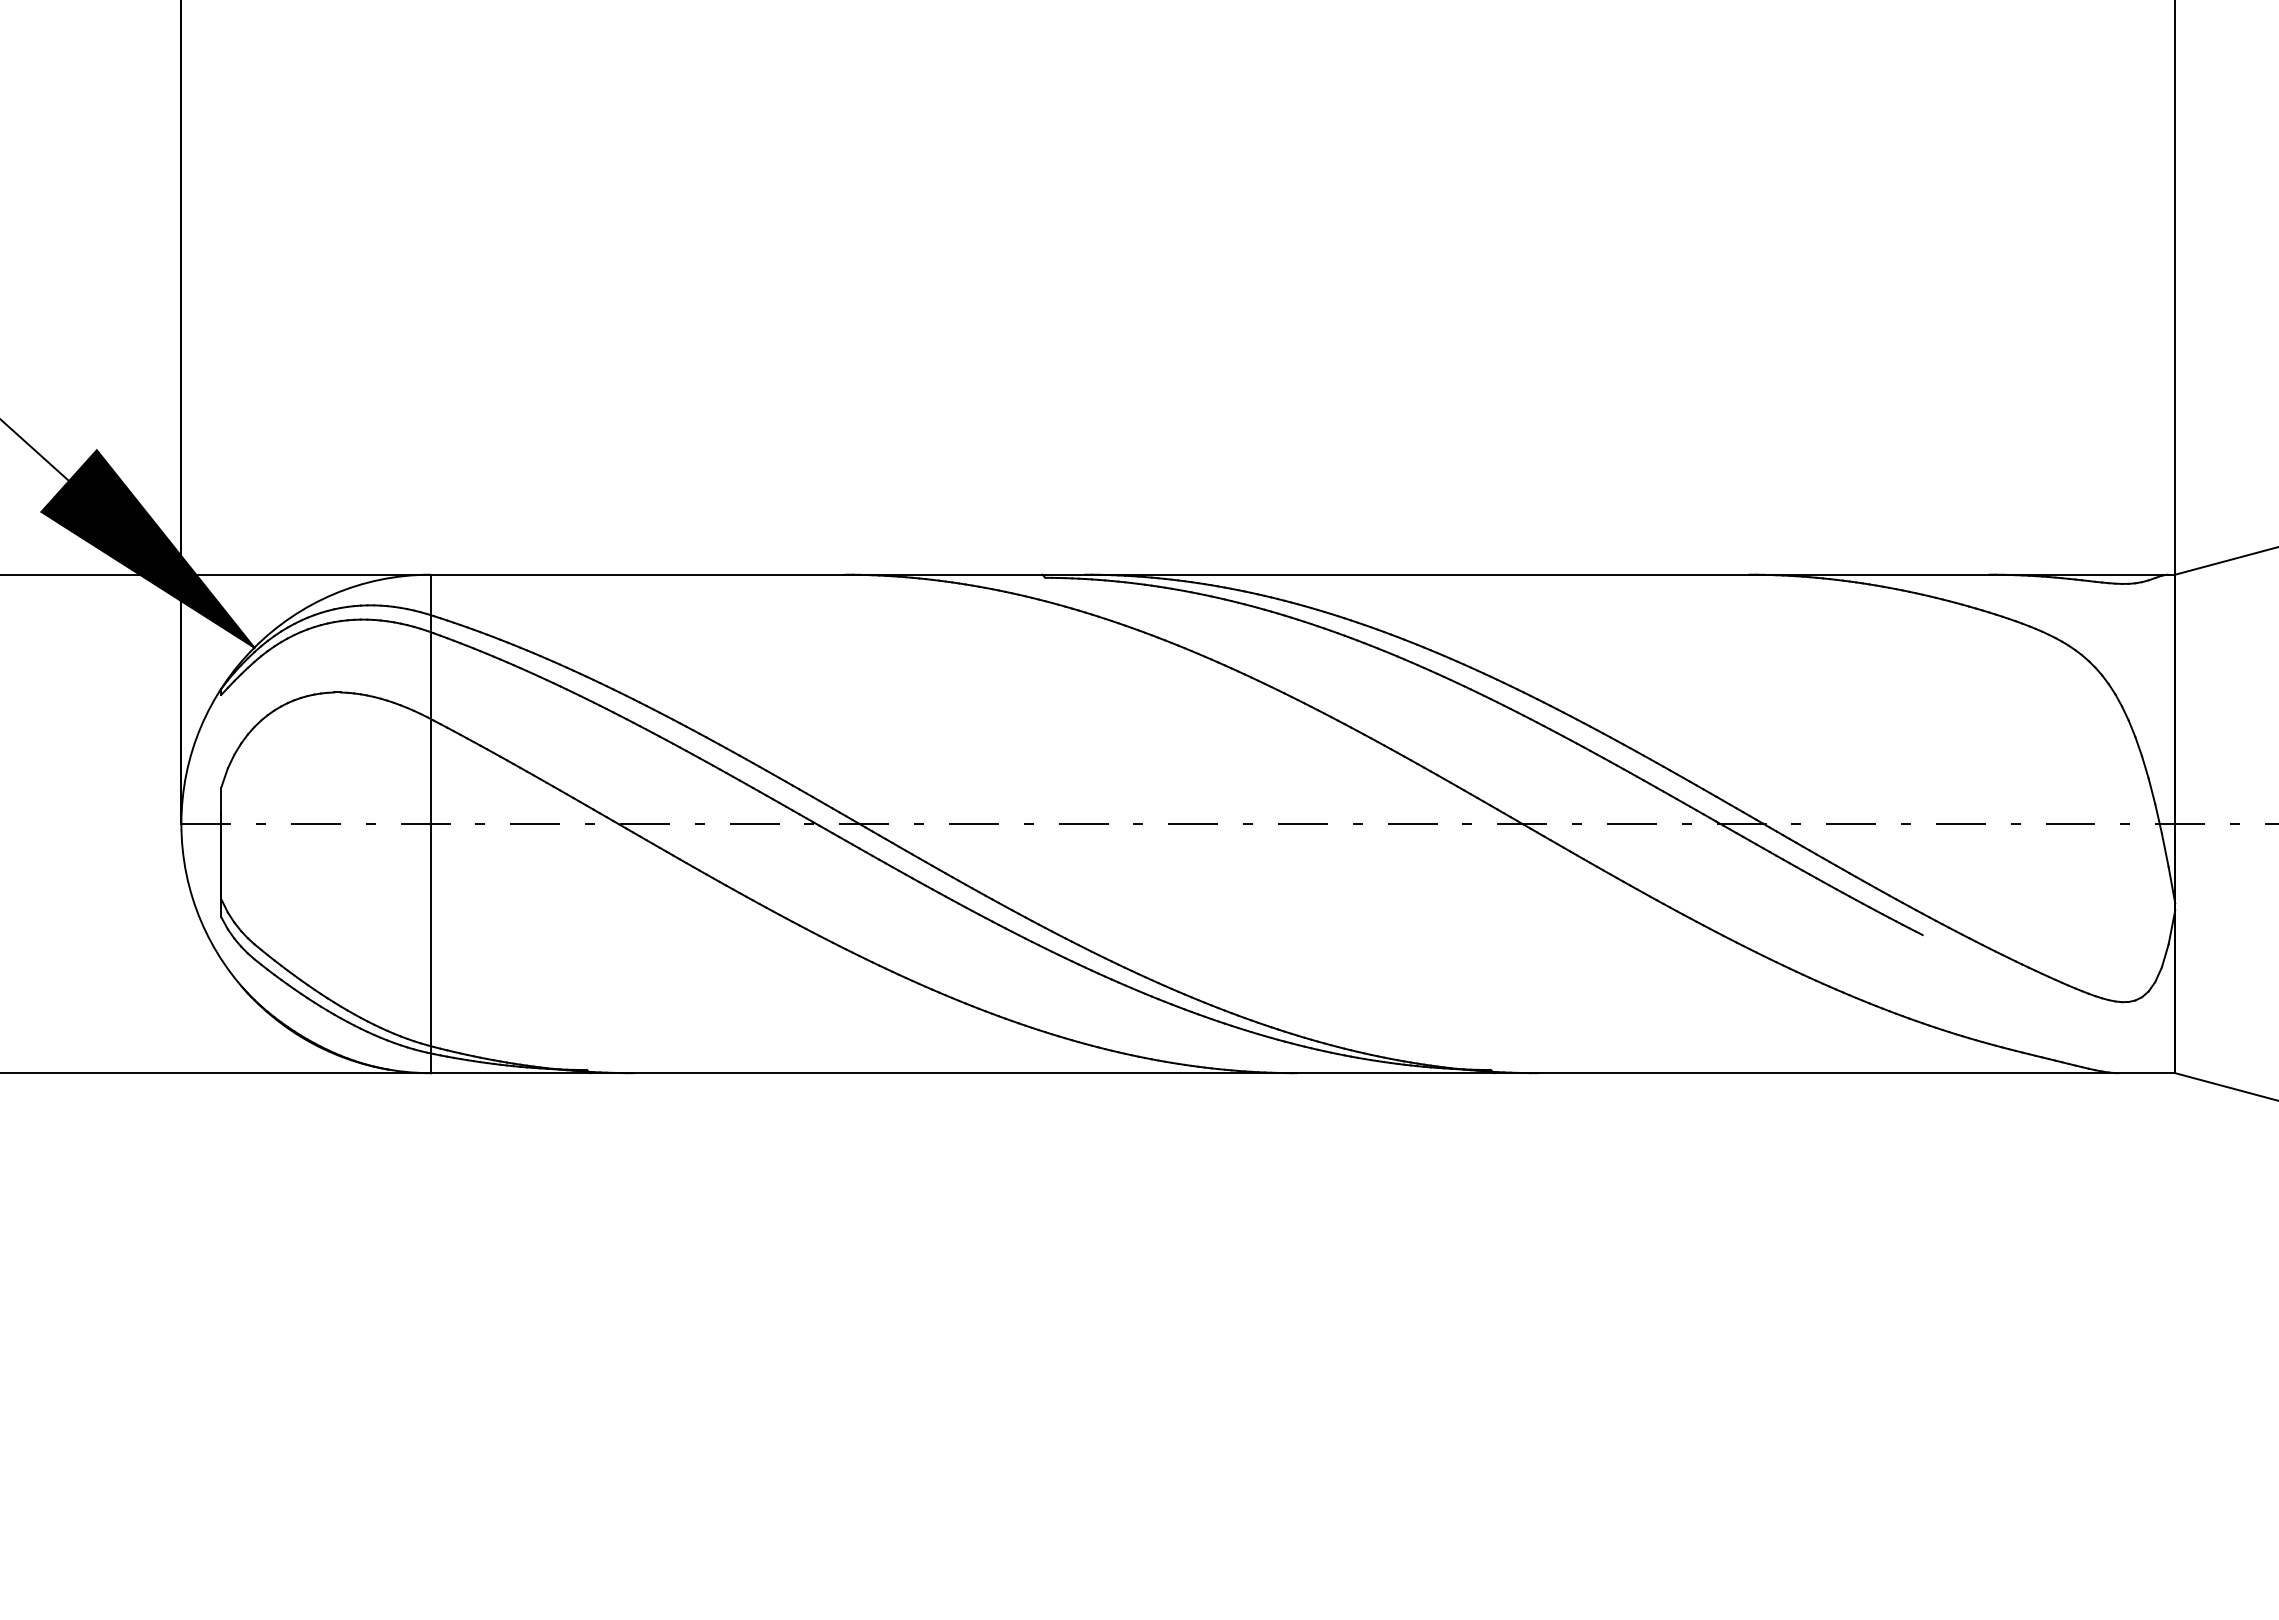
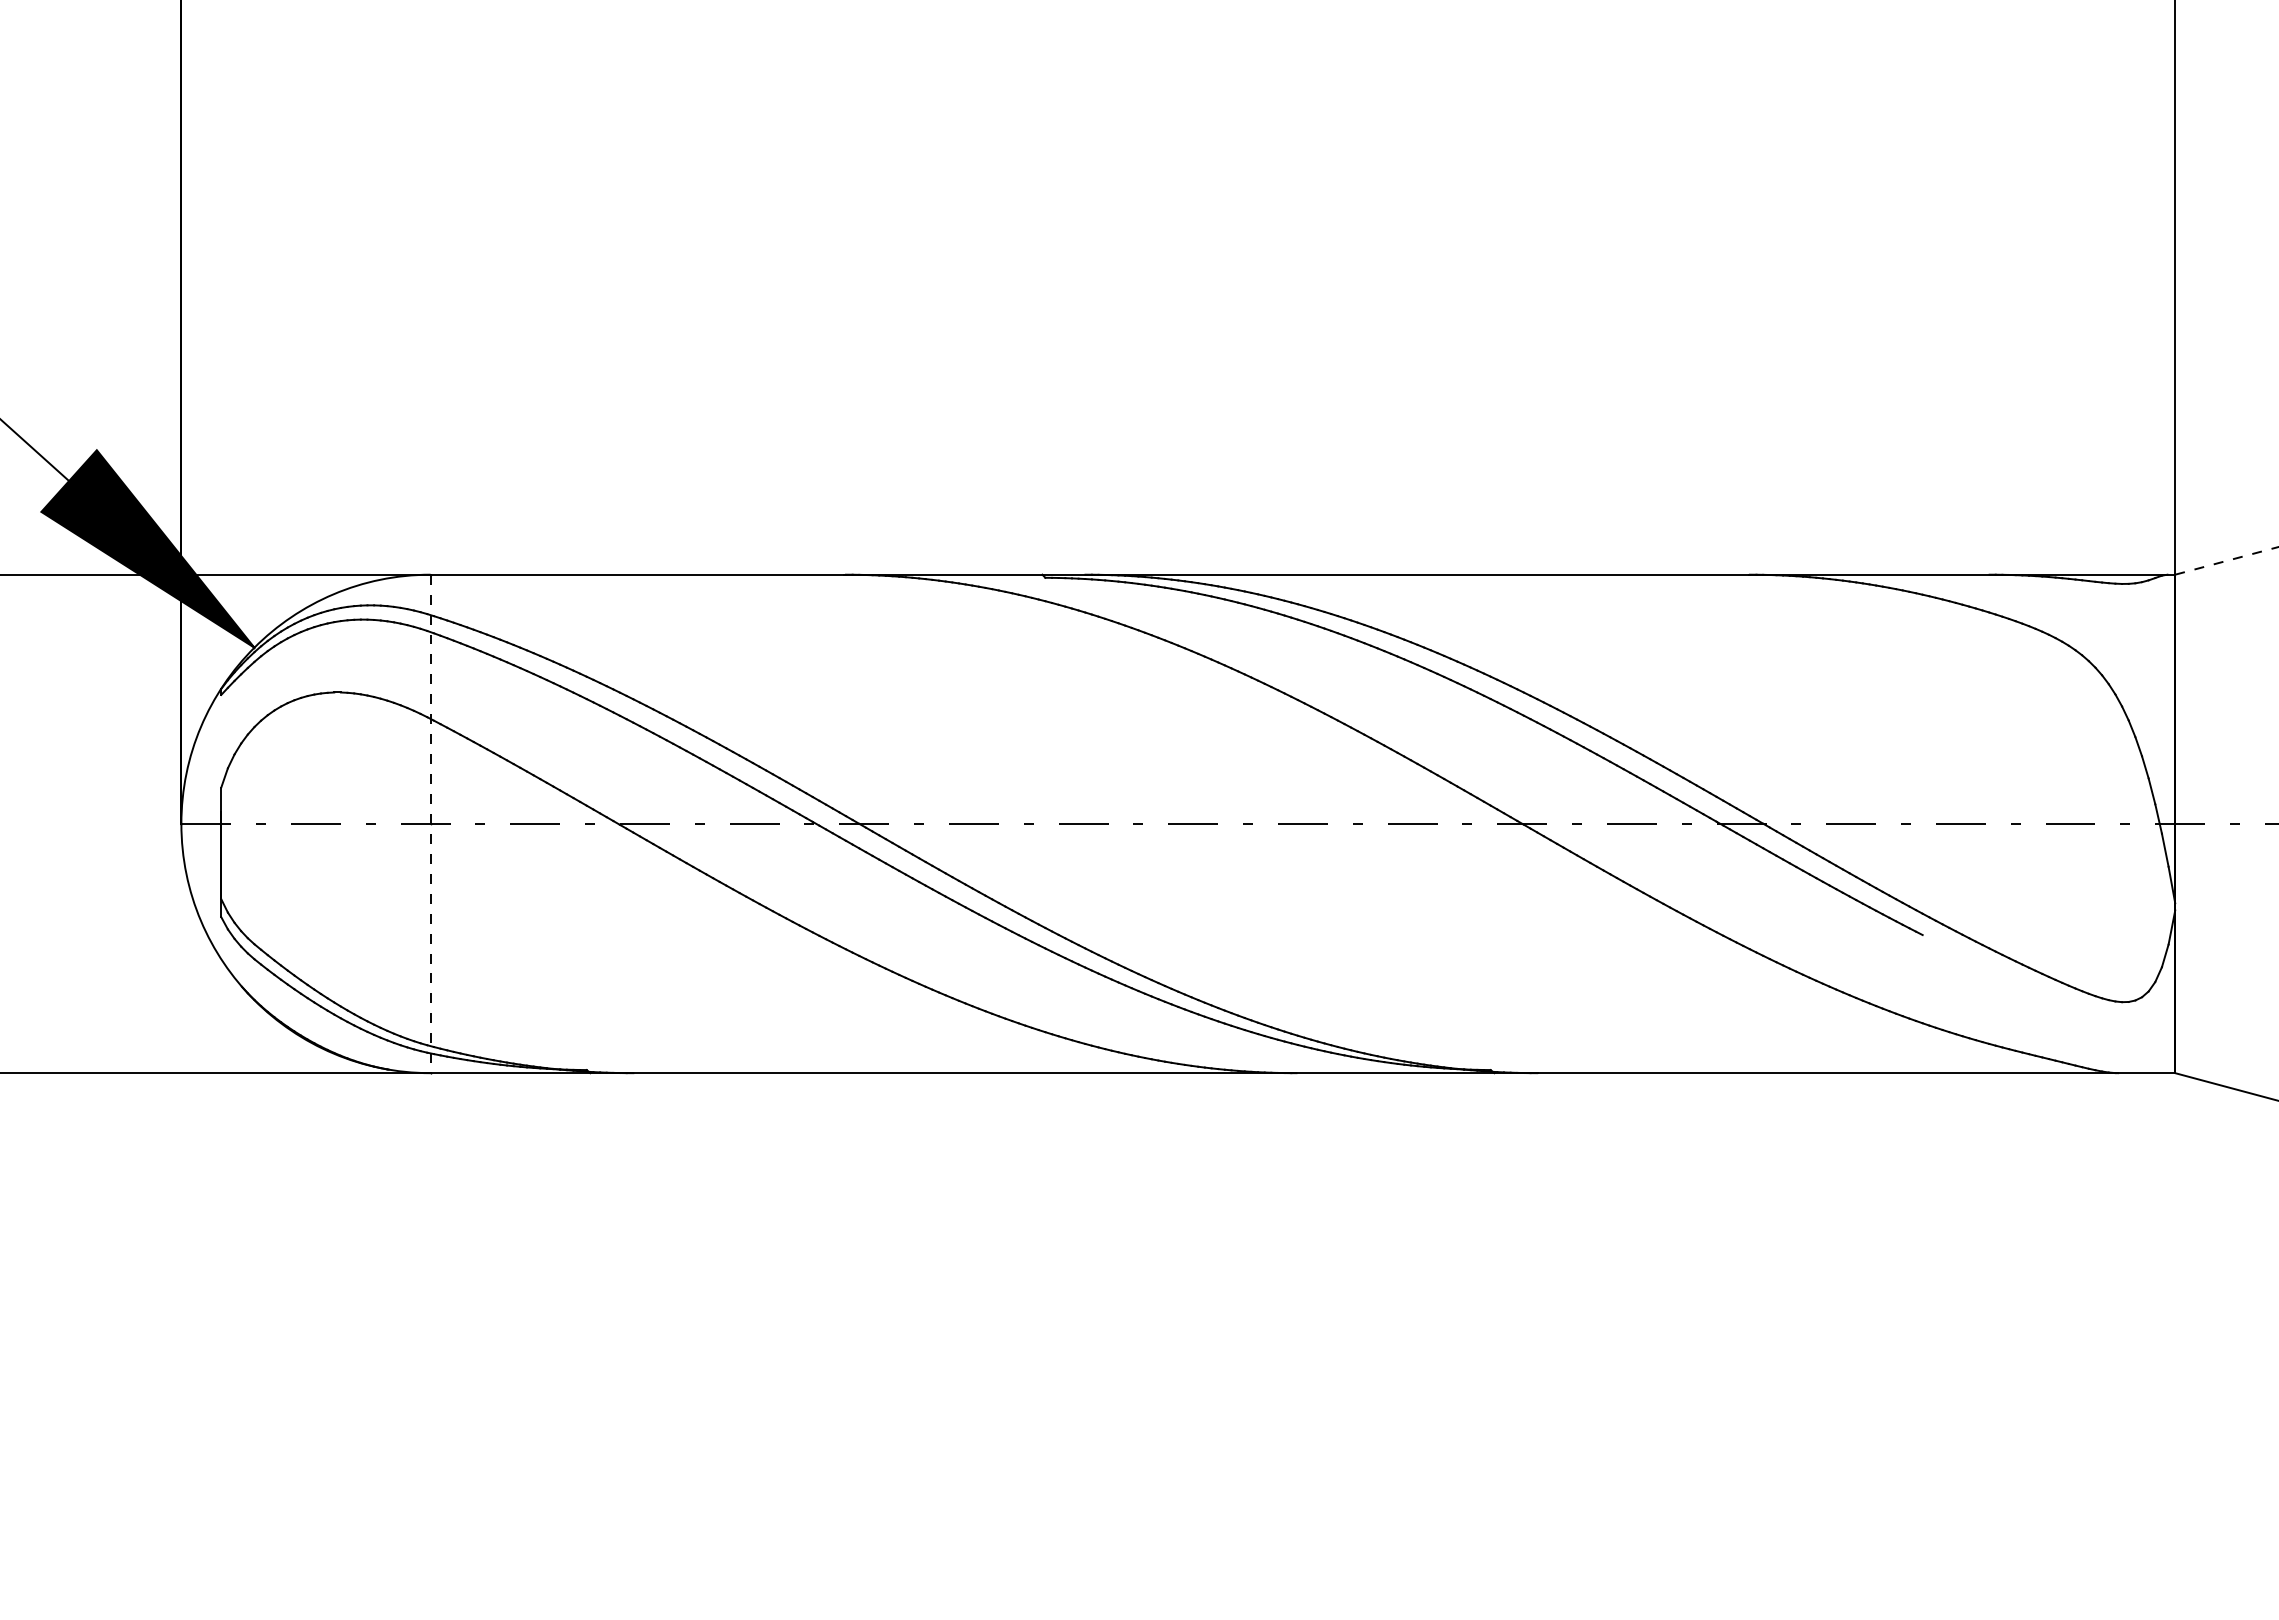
line at (2227, 560): solid -> dashed
line at (430, 824): solid -> dashed
